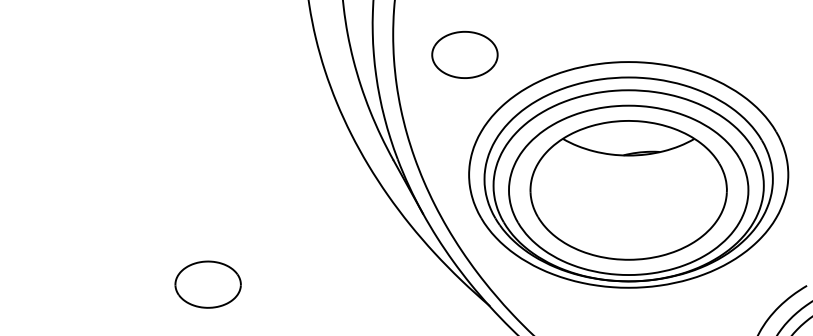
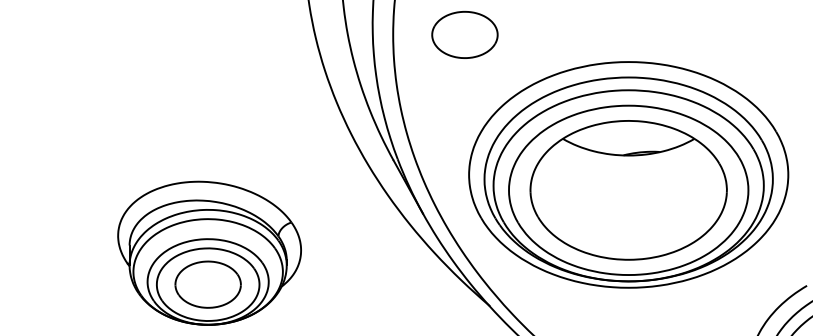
part at (464, 54) position: (464, 54) -> (464, 34)
part at (209, 252): none -> present
